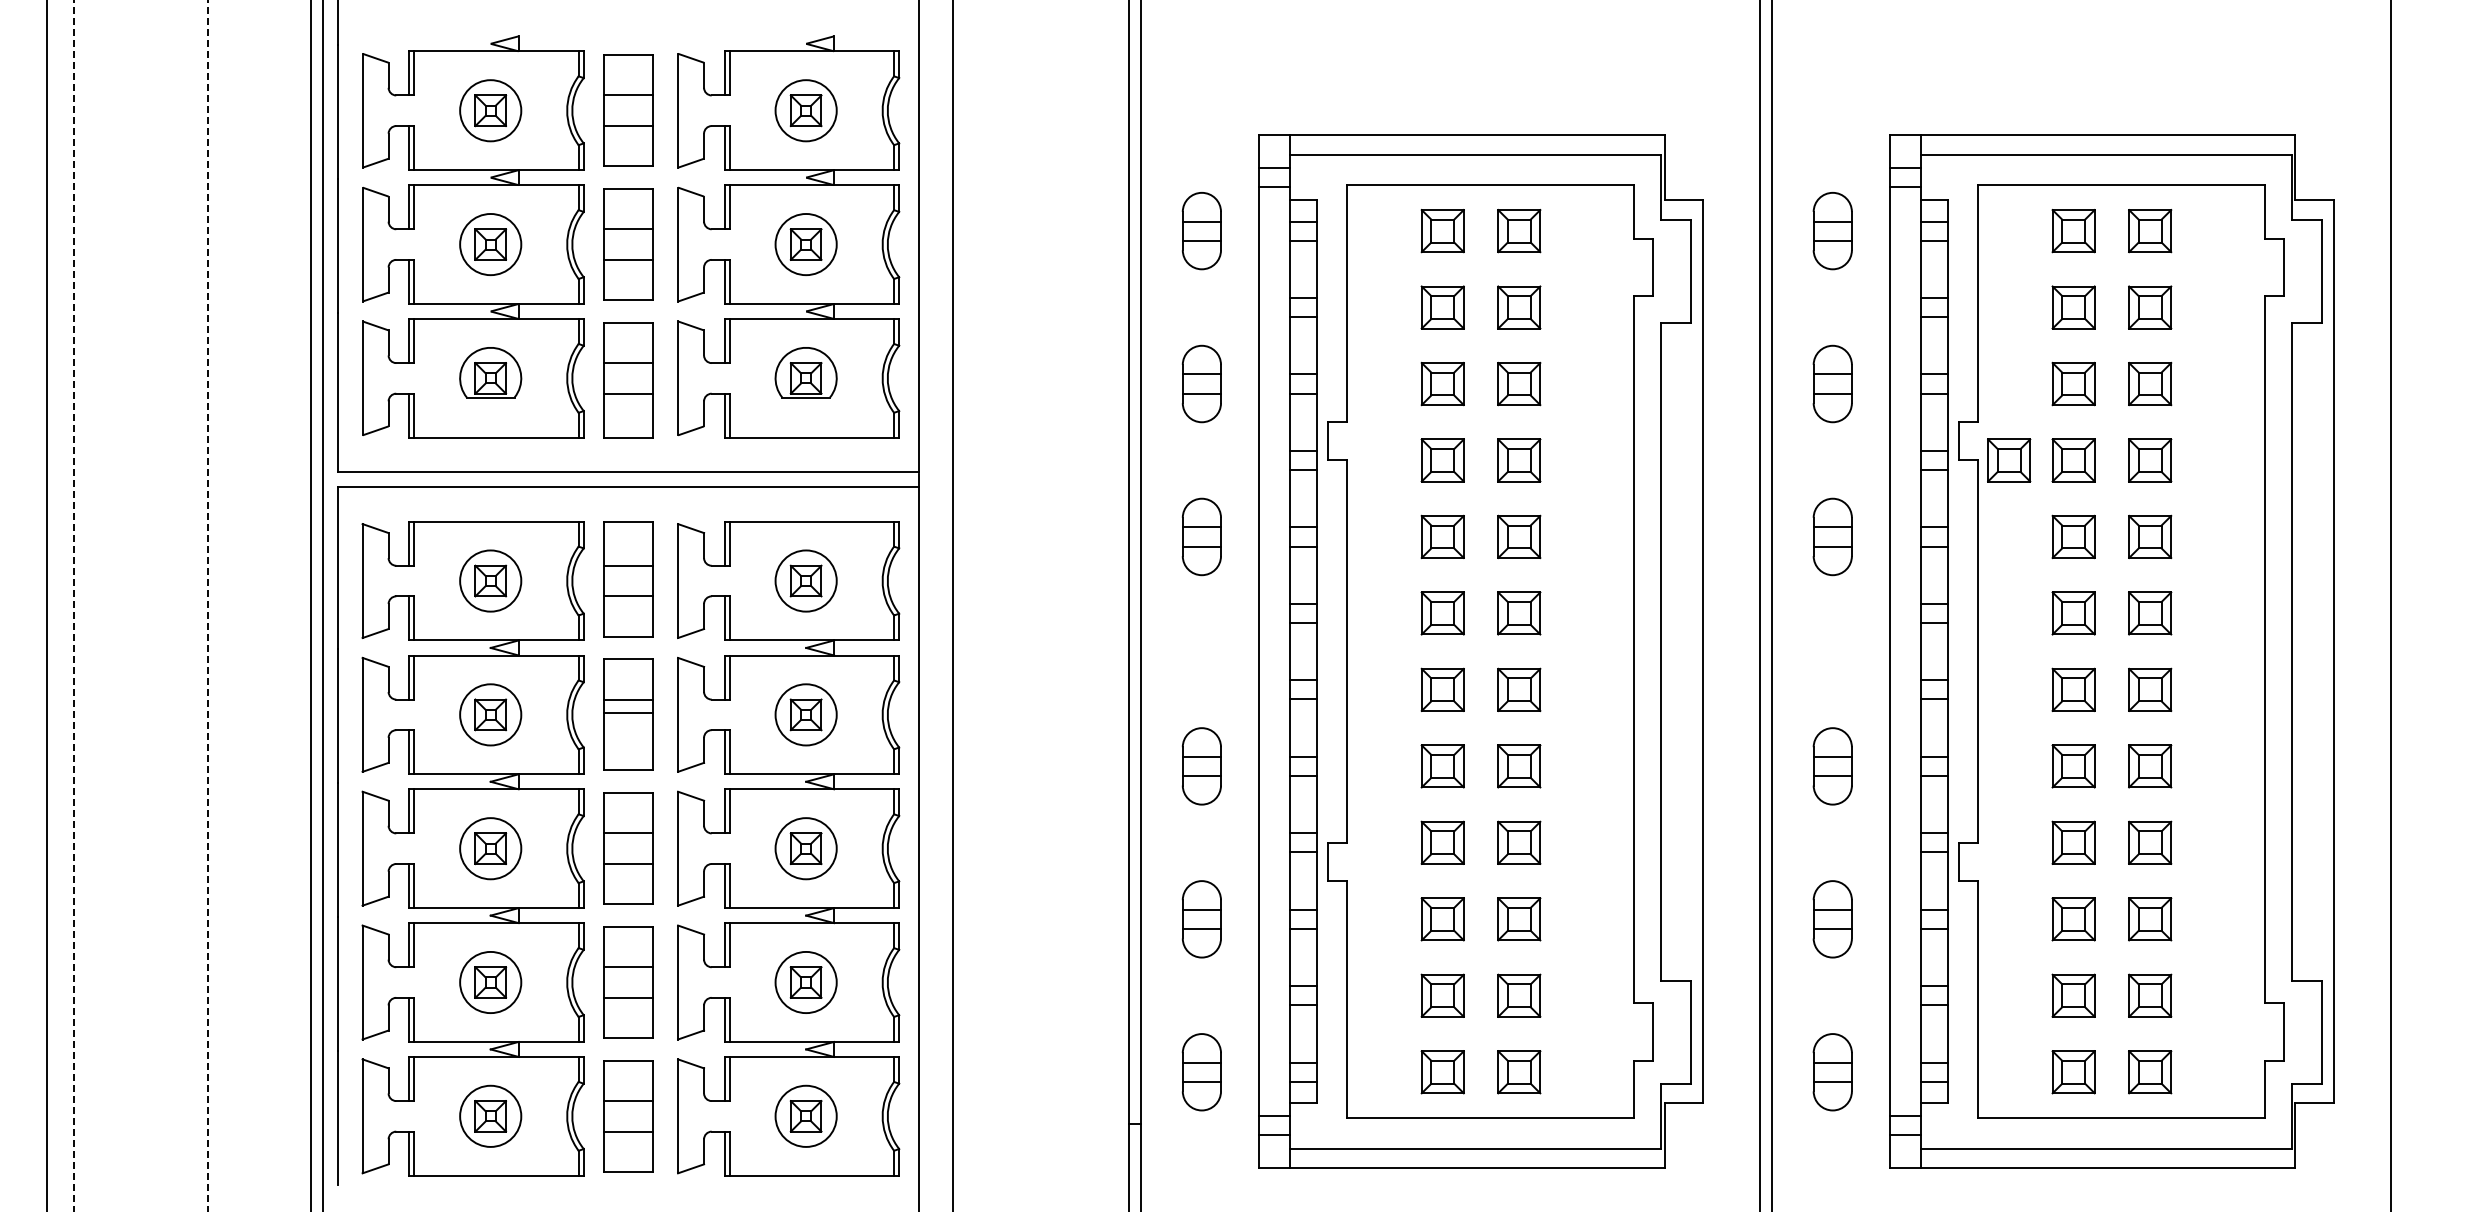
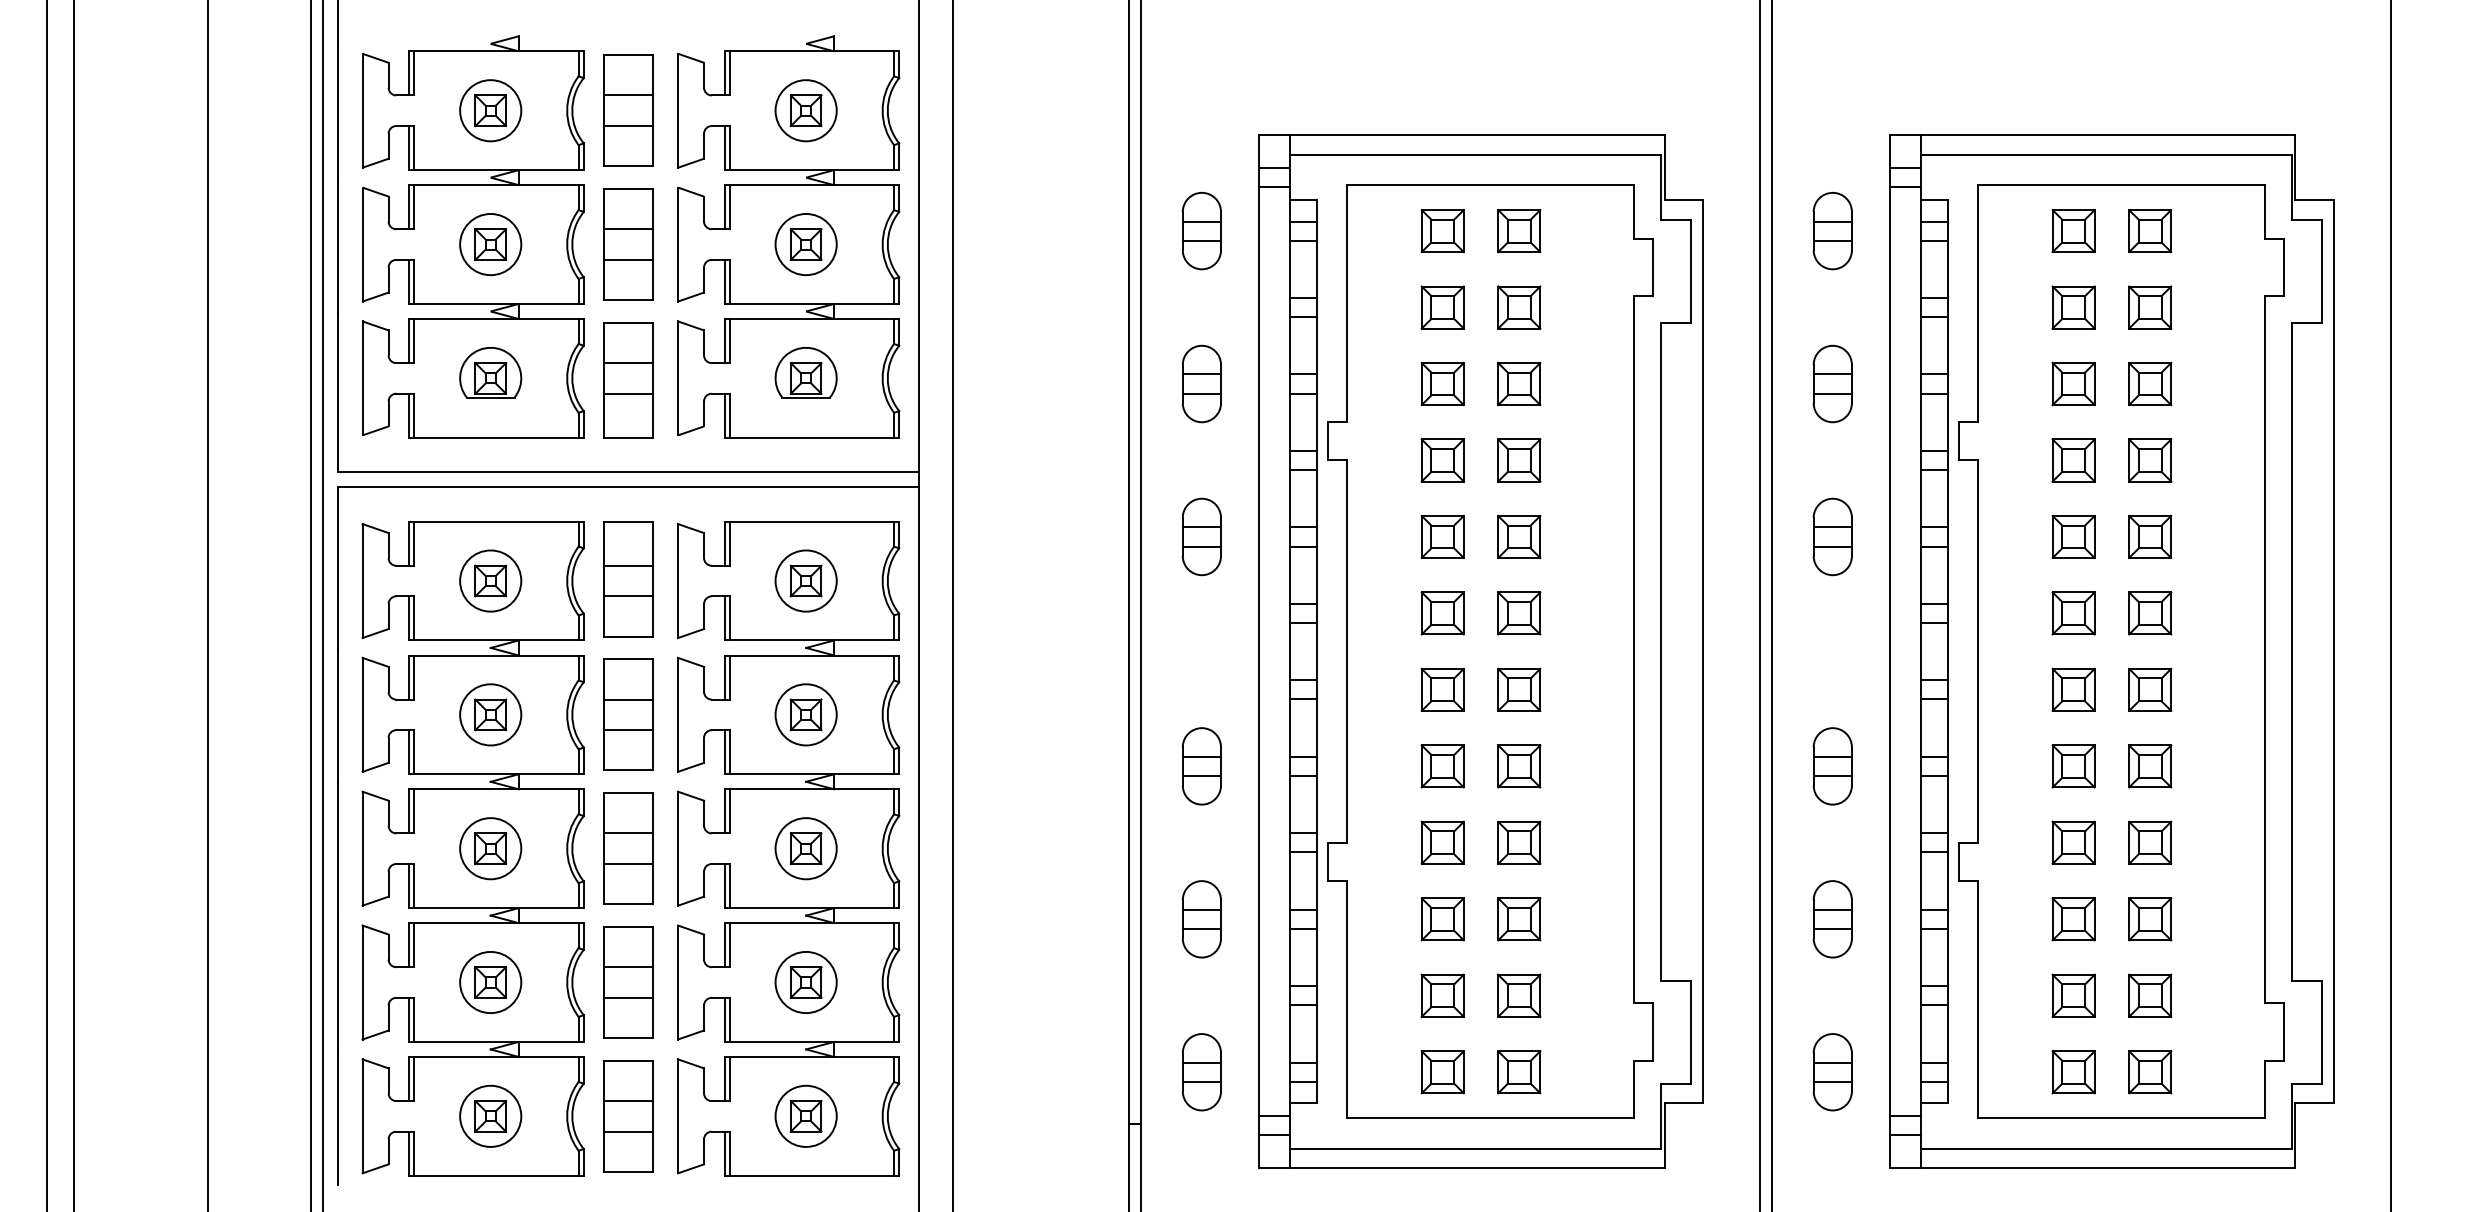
part at (2009, 460): present -> none
line at (73, 605): dashed -> solid
line at (207, 605): dashed -> solid
line at (628, 713) position: (628, 713) -> (628, 730)
